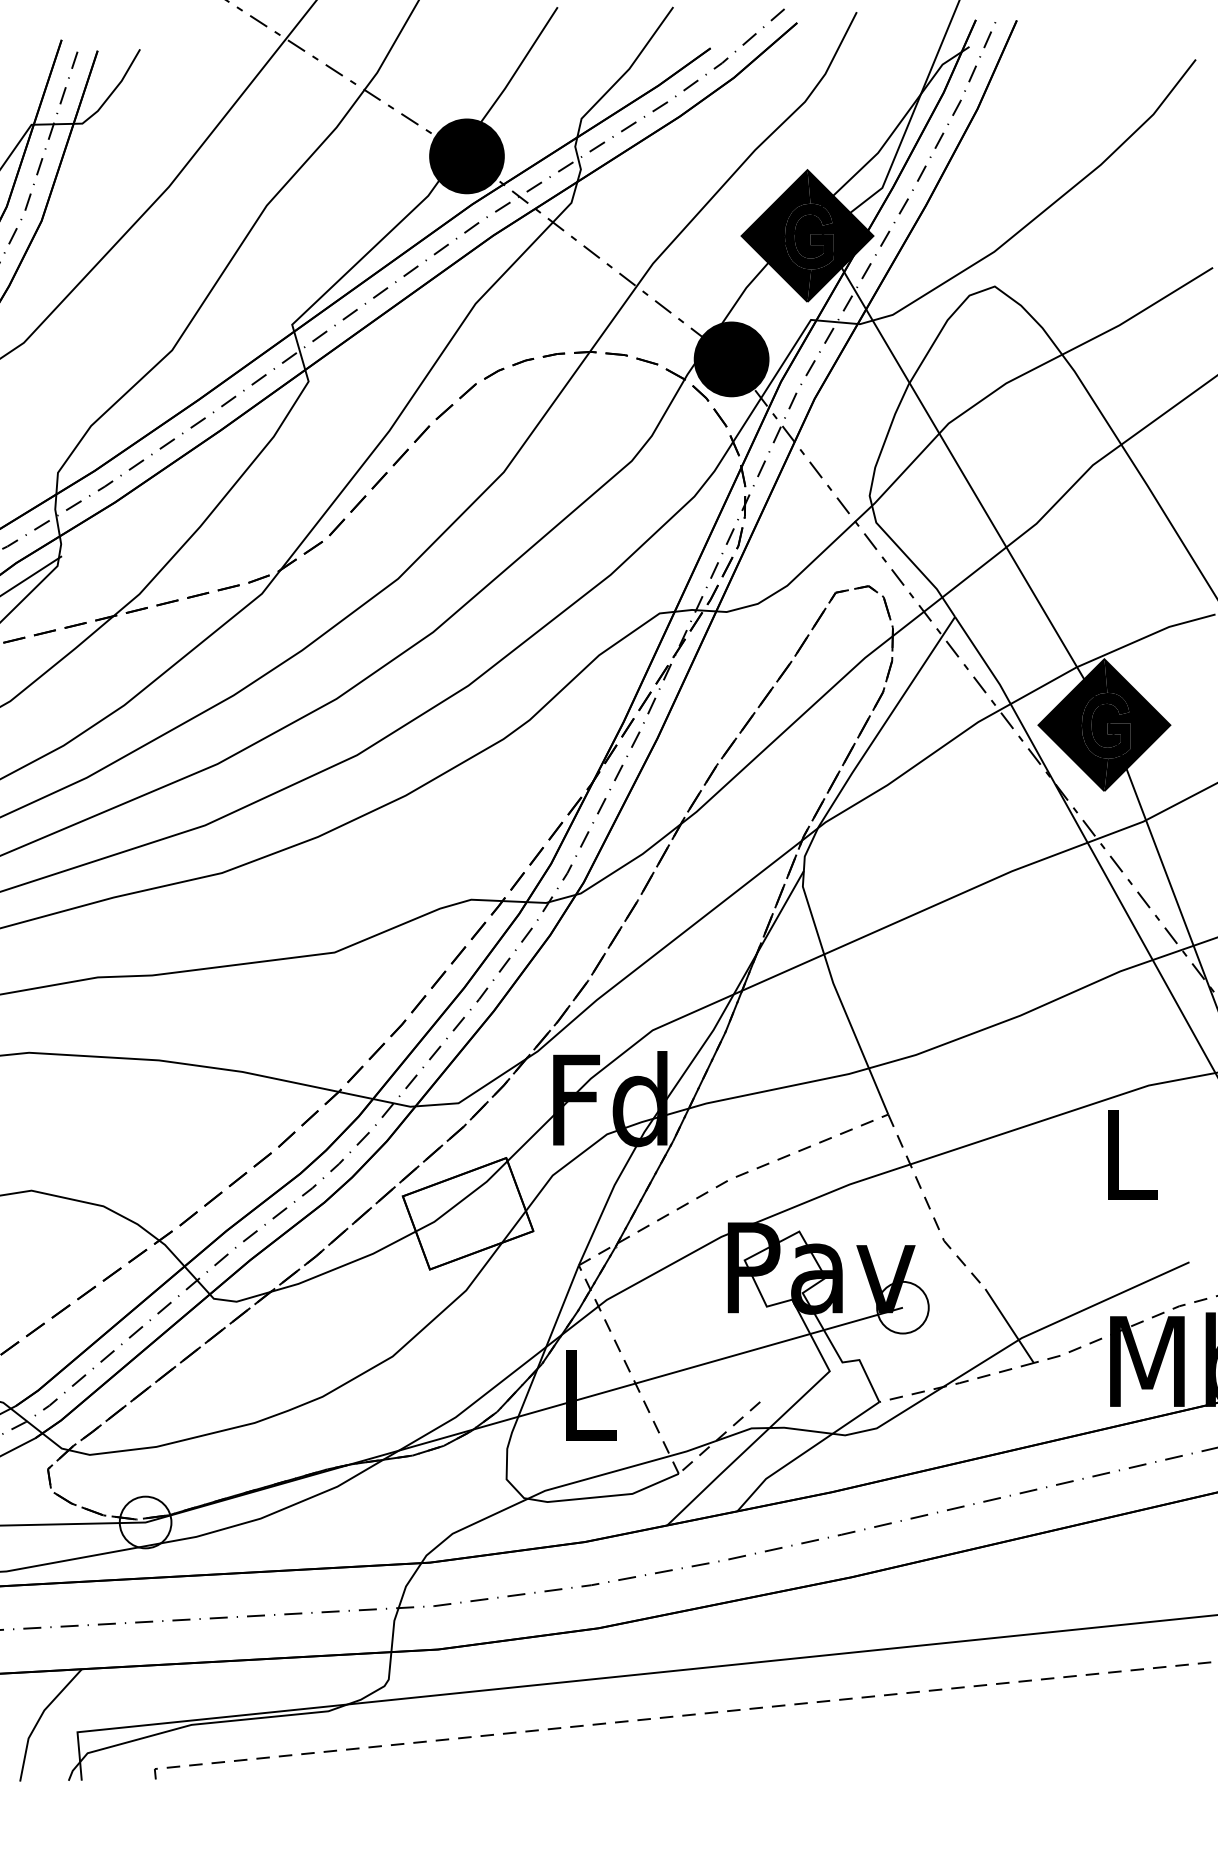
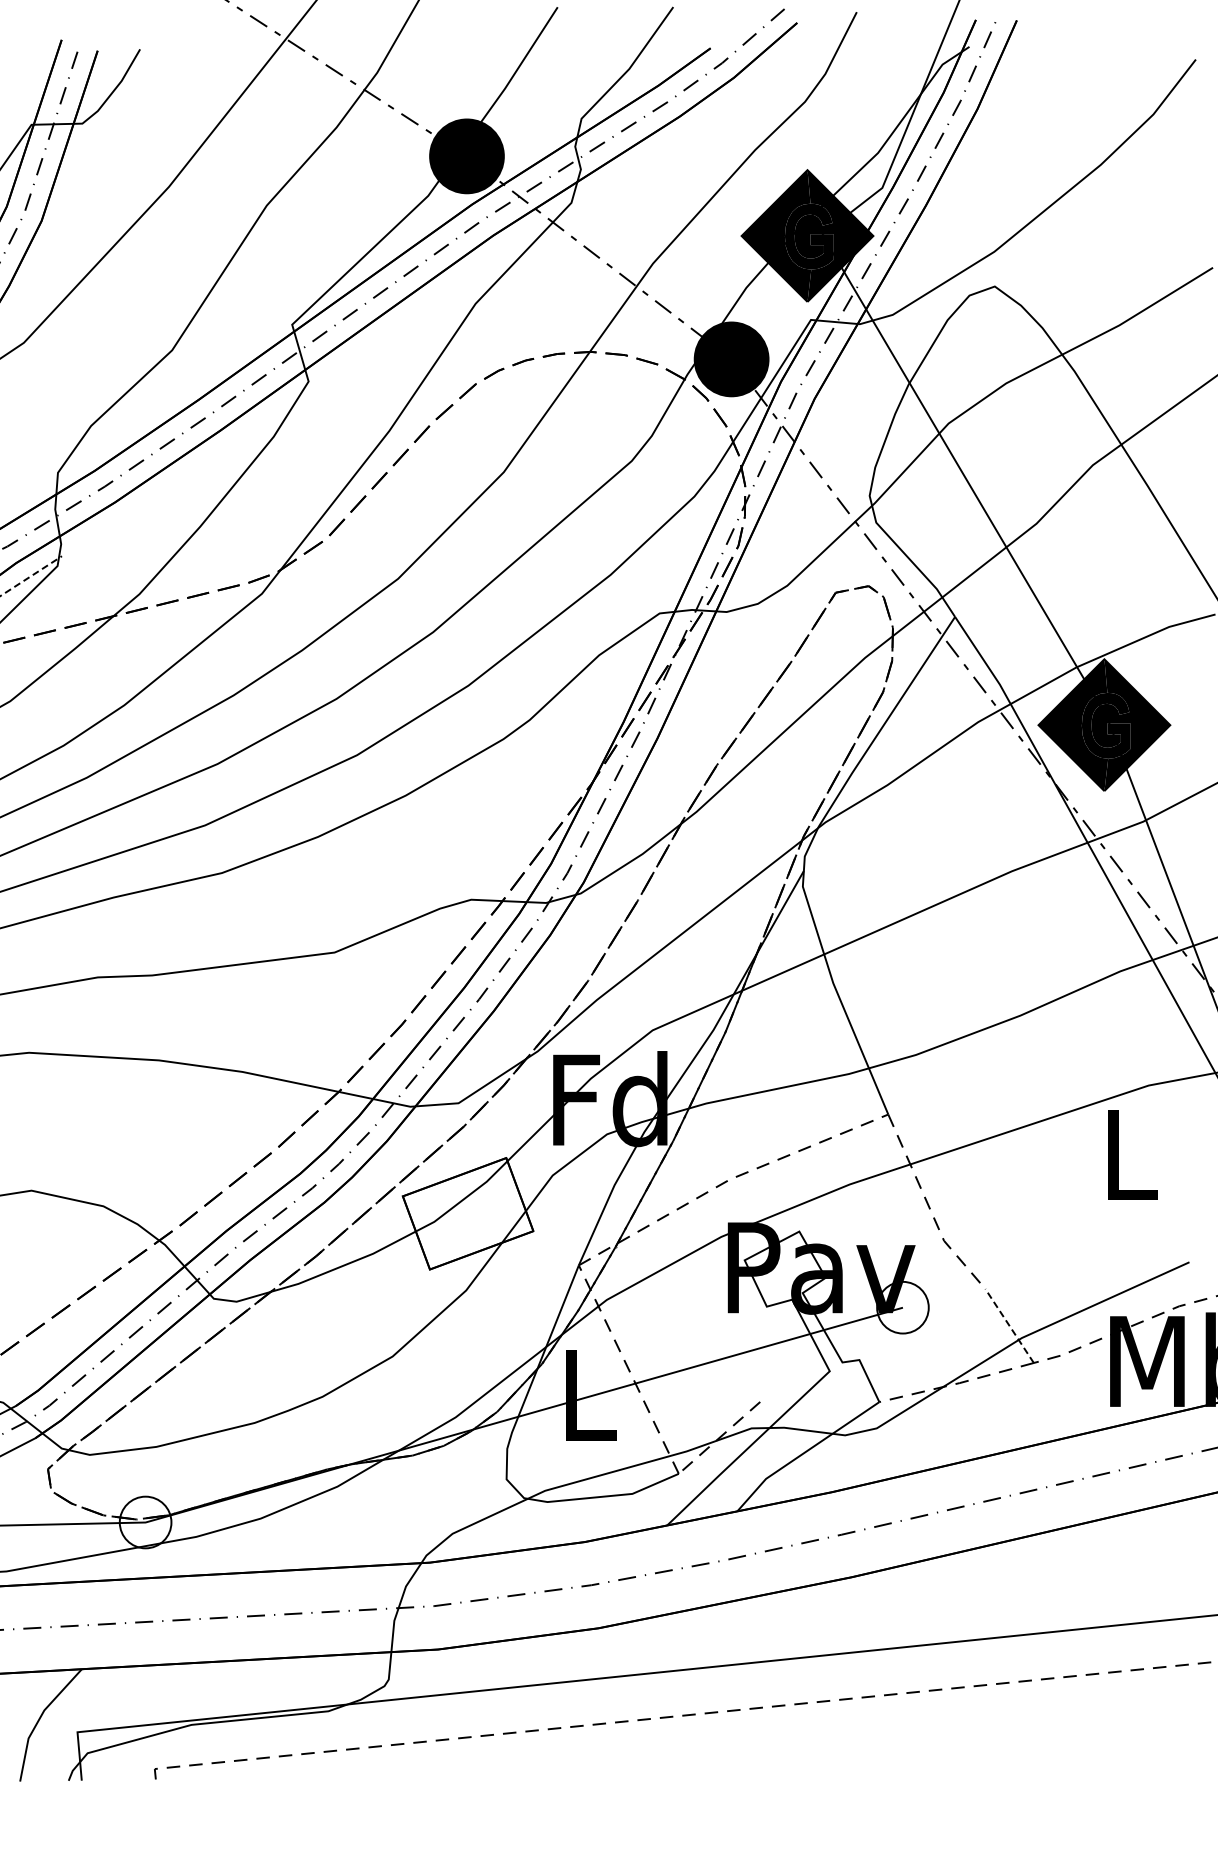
line at (31, 576): solid -> dashed
line at (1009, 1325): solid -> dashed
